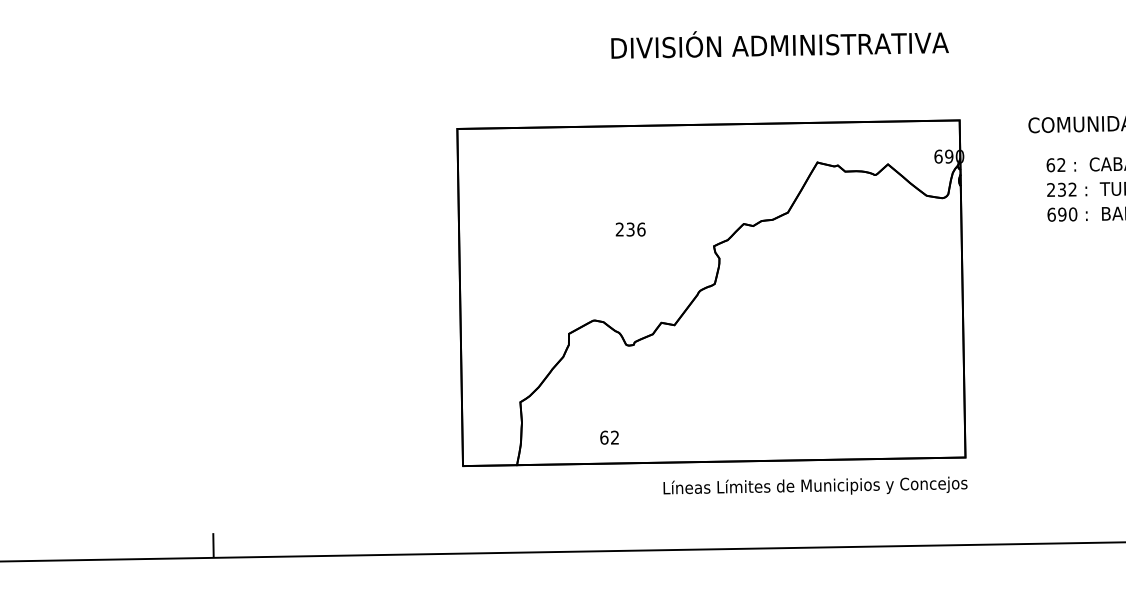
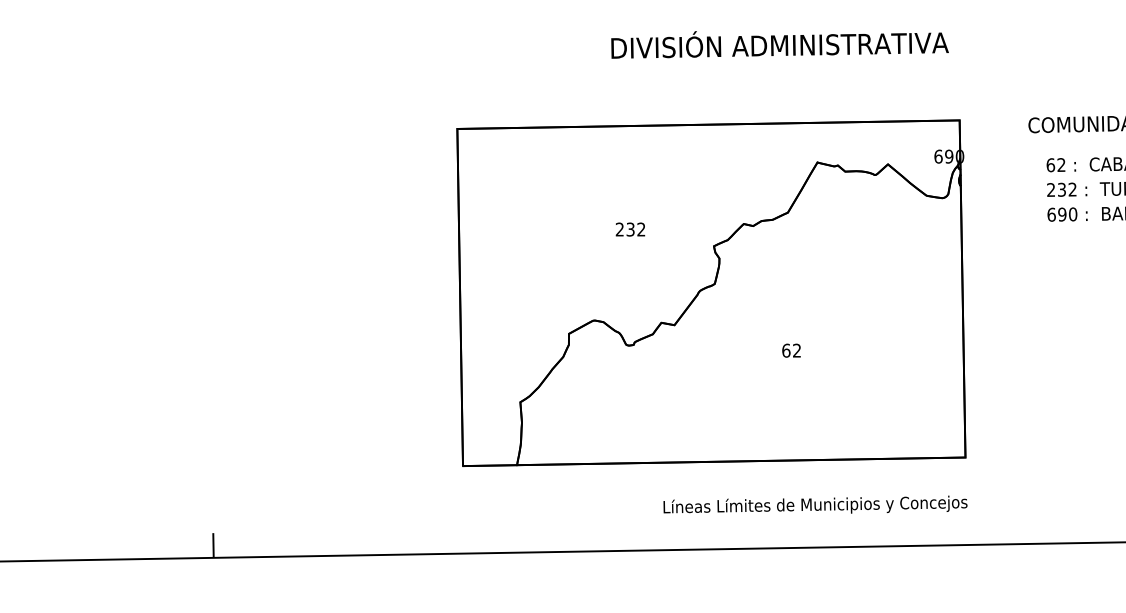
text at (641, 229): 236 -> 232
text at (609, 437) position: (609, 437) -> (791, 350)
text at (815, 485) position: (815, 485) -> (815, 504)
